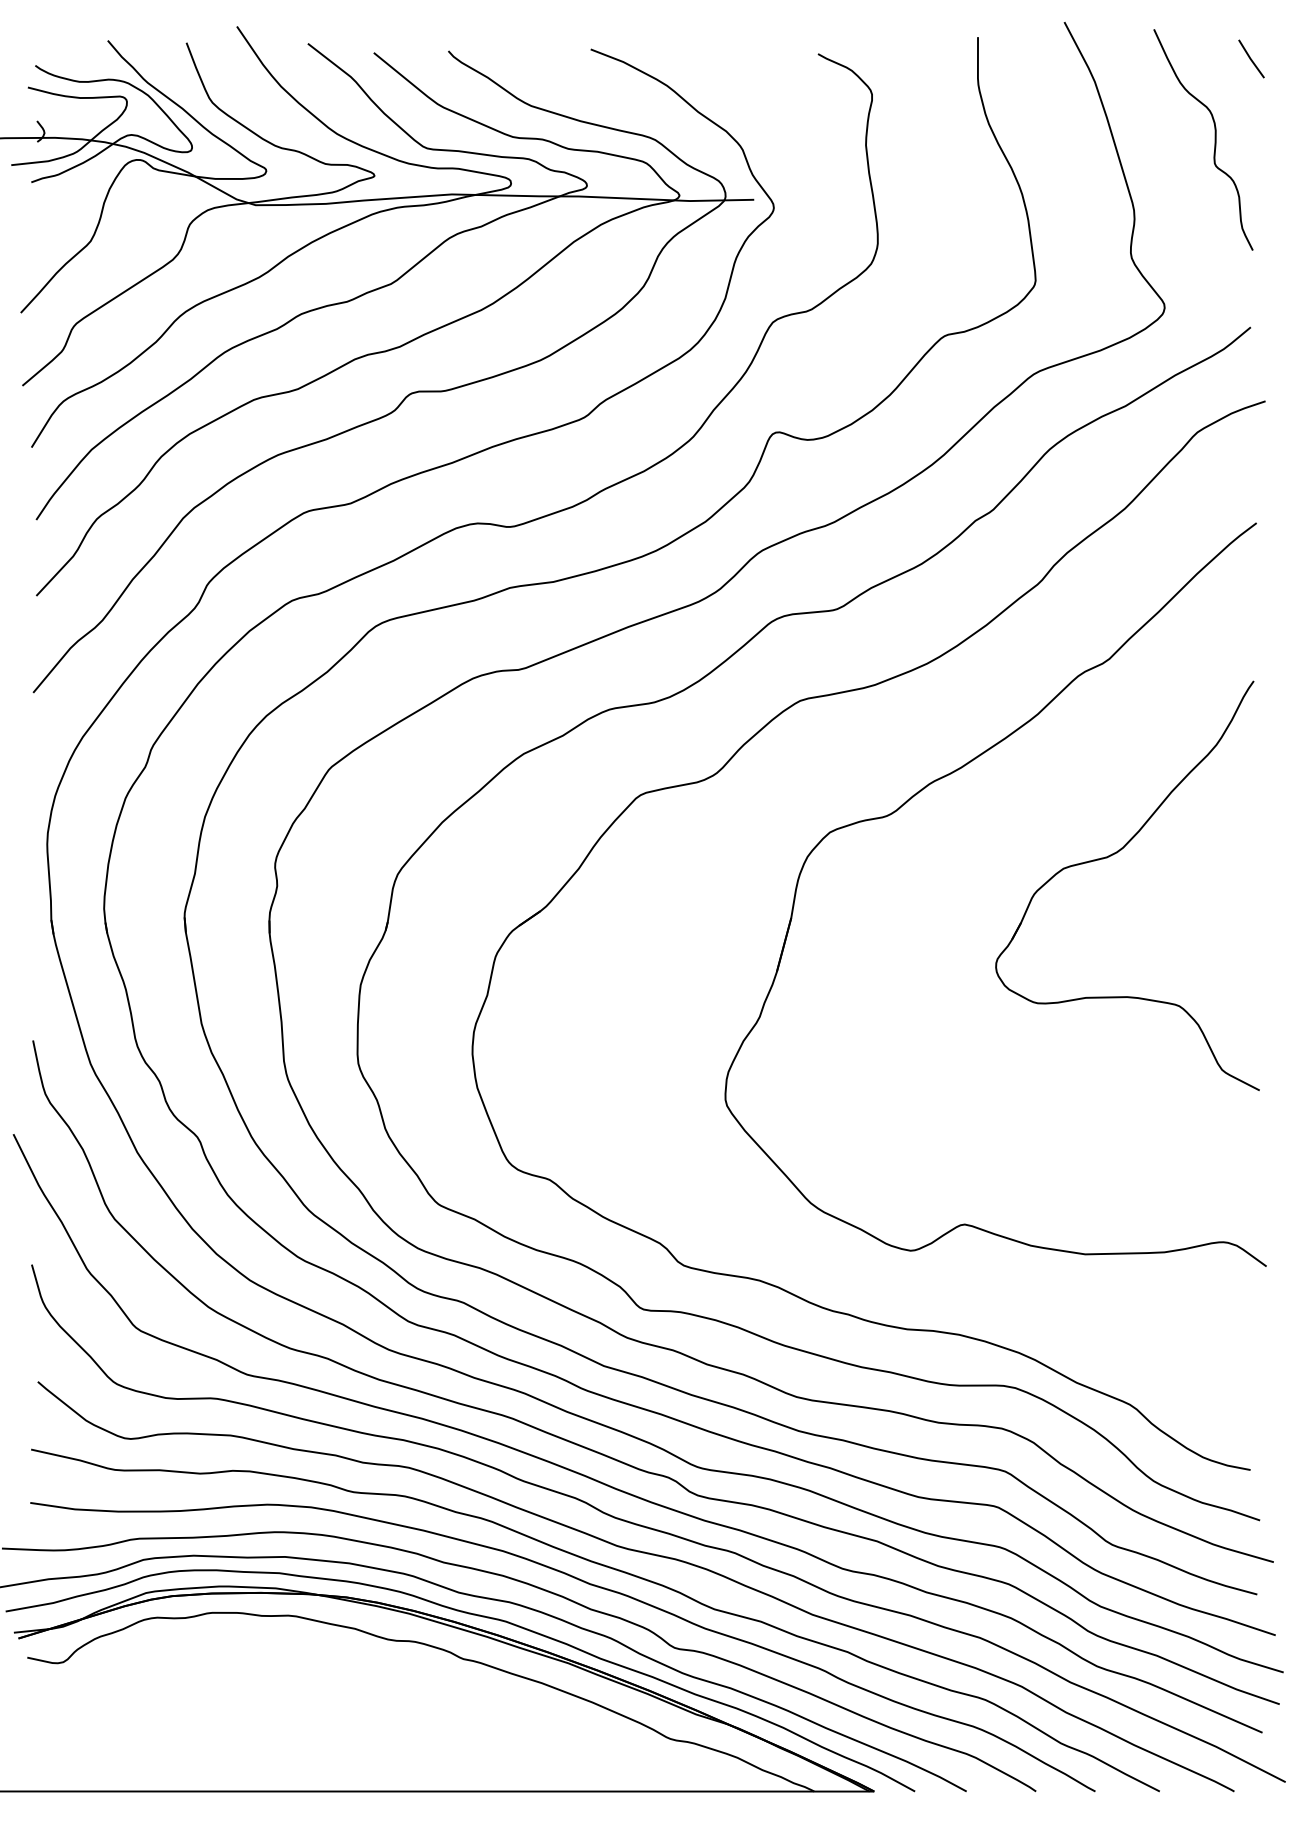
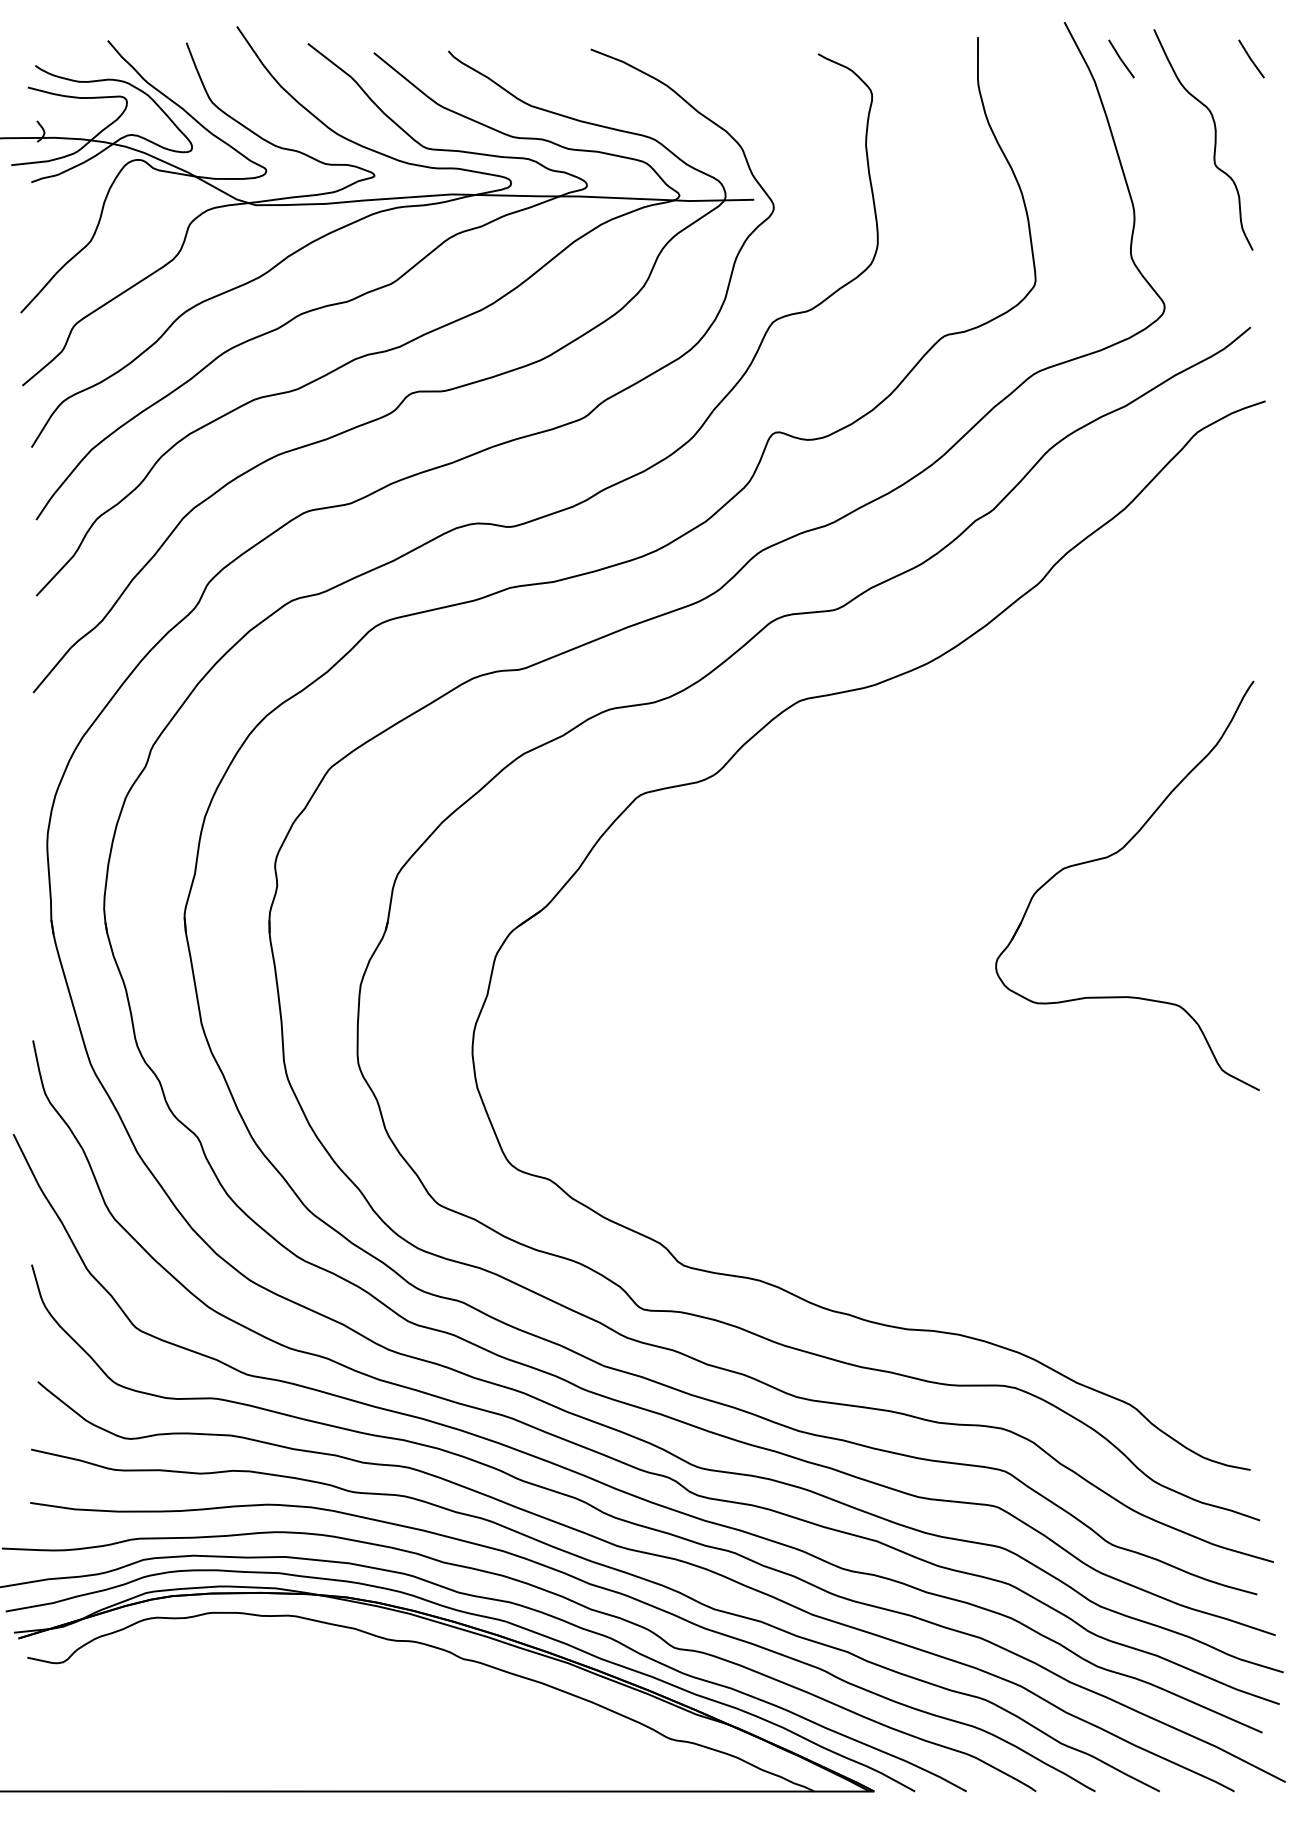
line at (1121, 58): none -> present
part at (924, 789): present -> none
